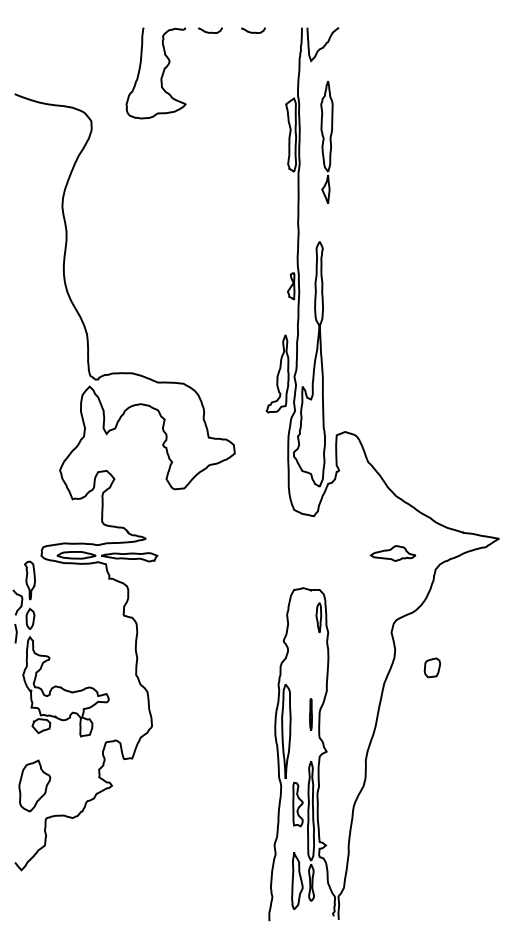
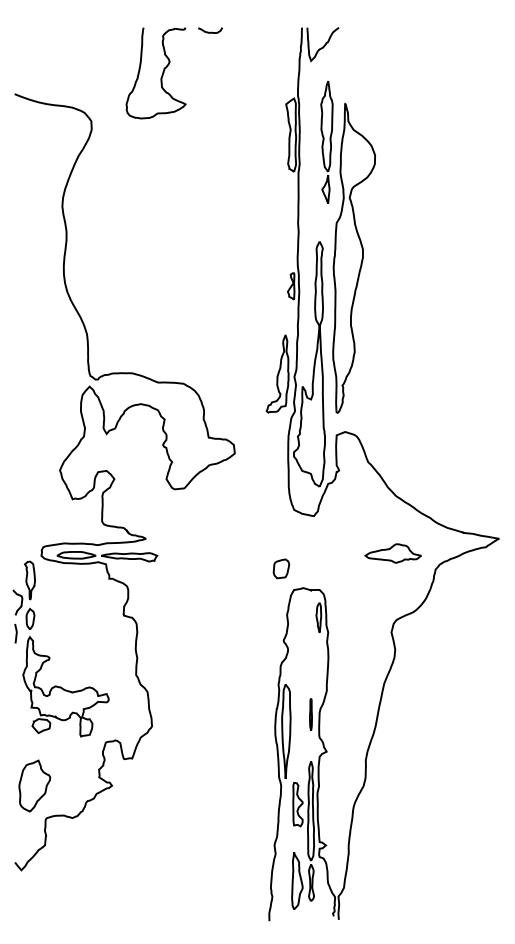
curve at (253, 31): present -> none
part at (353, 257): none -> present
part at (392, 553) size: 48x17 px -> 58x21 px
part at (432, 667) position: (432, 667) -> (281, 568)
